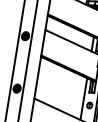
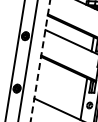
line at (40, 61): solid -> dashed
